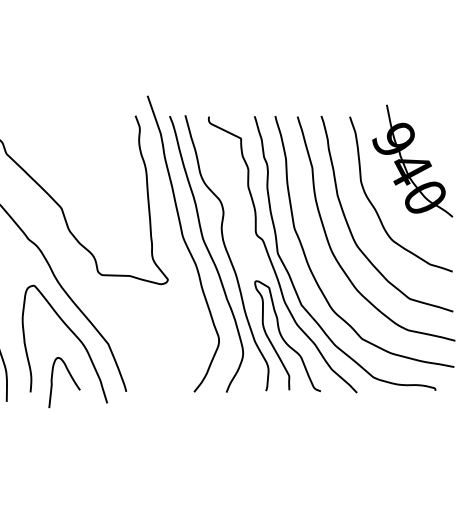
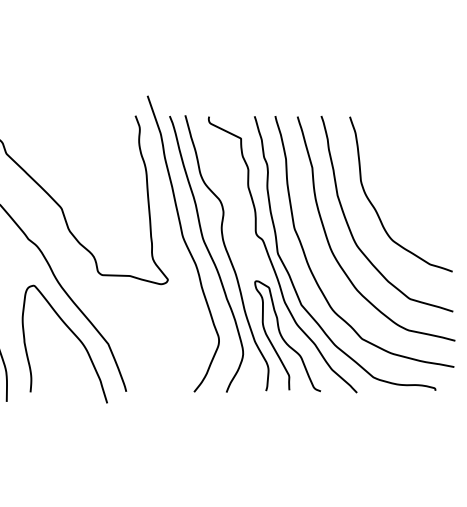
part at (412, 160): present -> none
curve at (71, 378): present -> none
